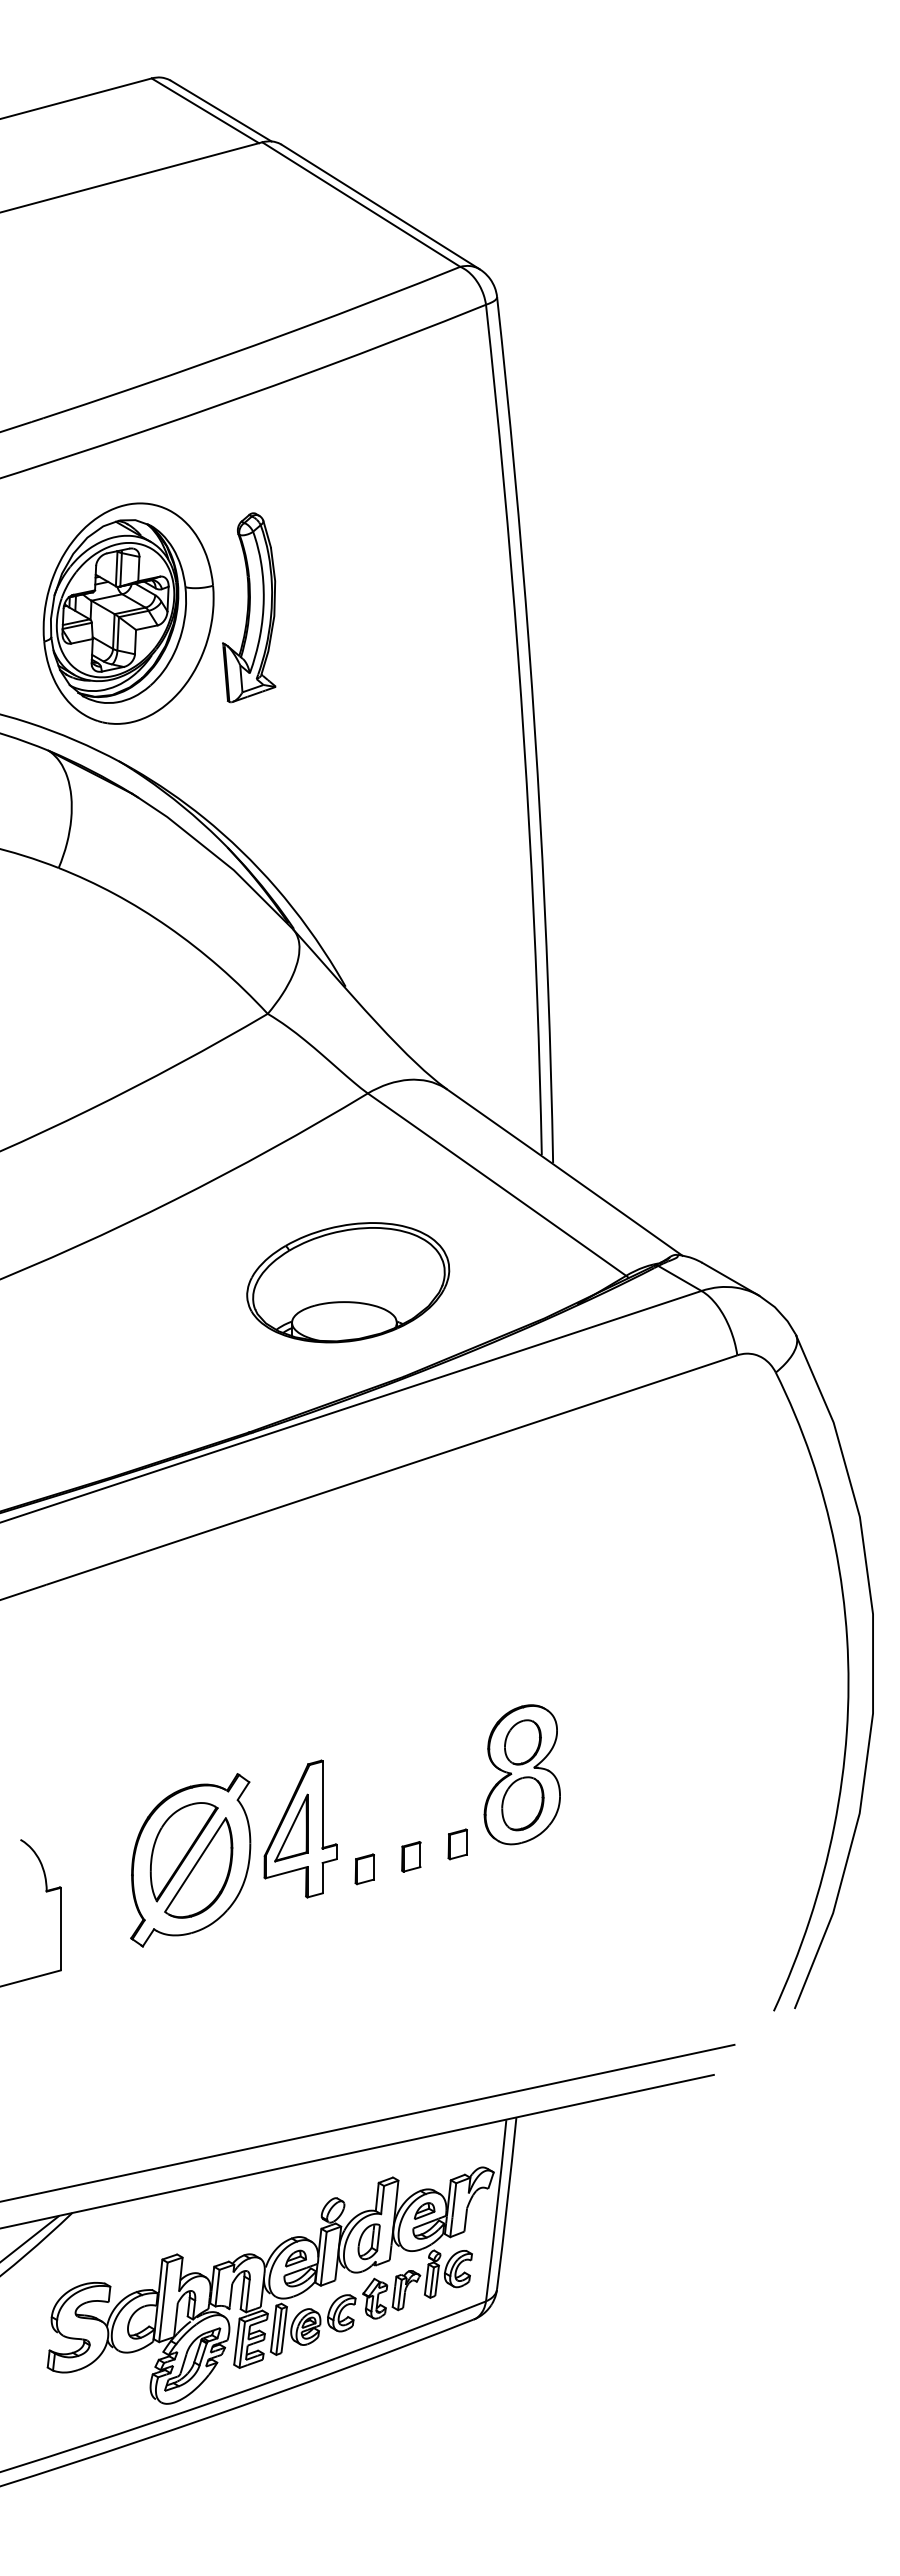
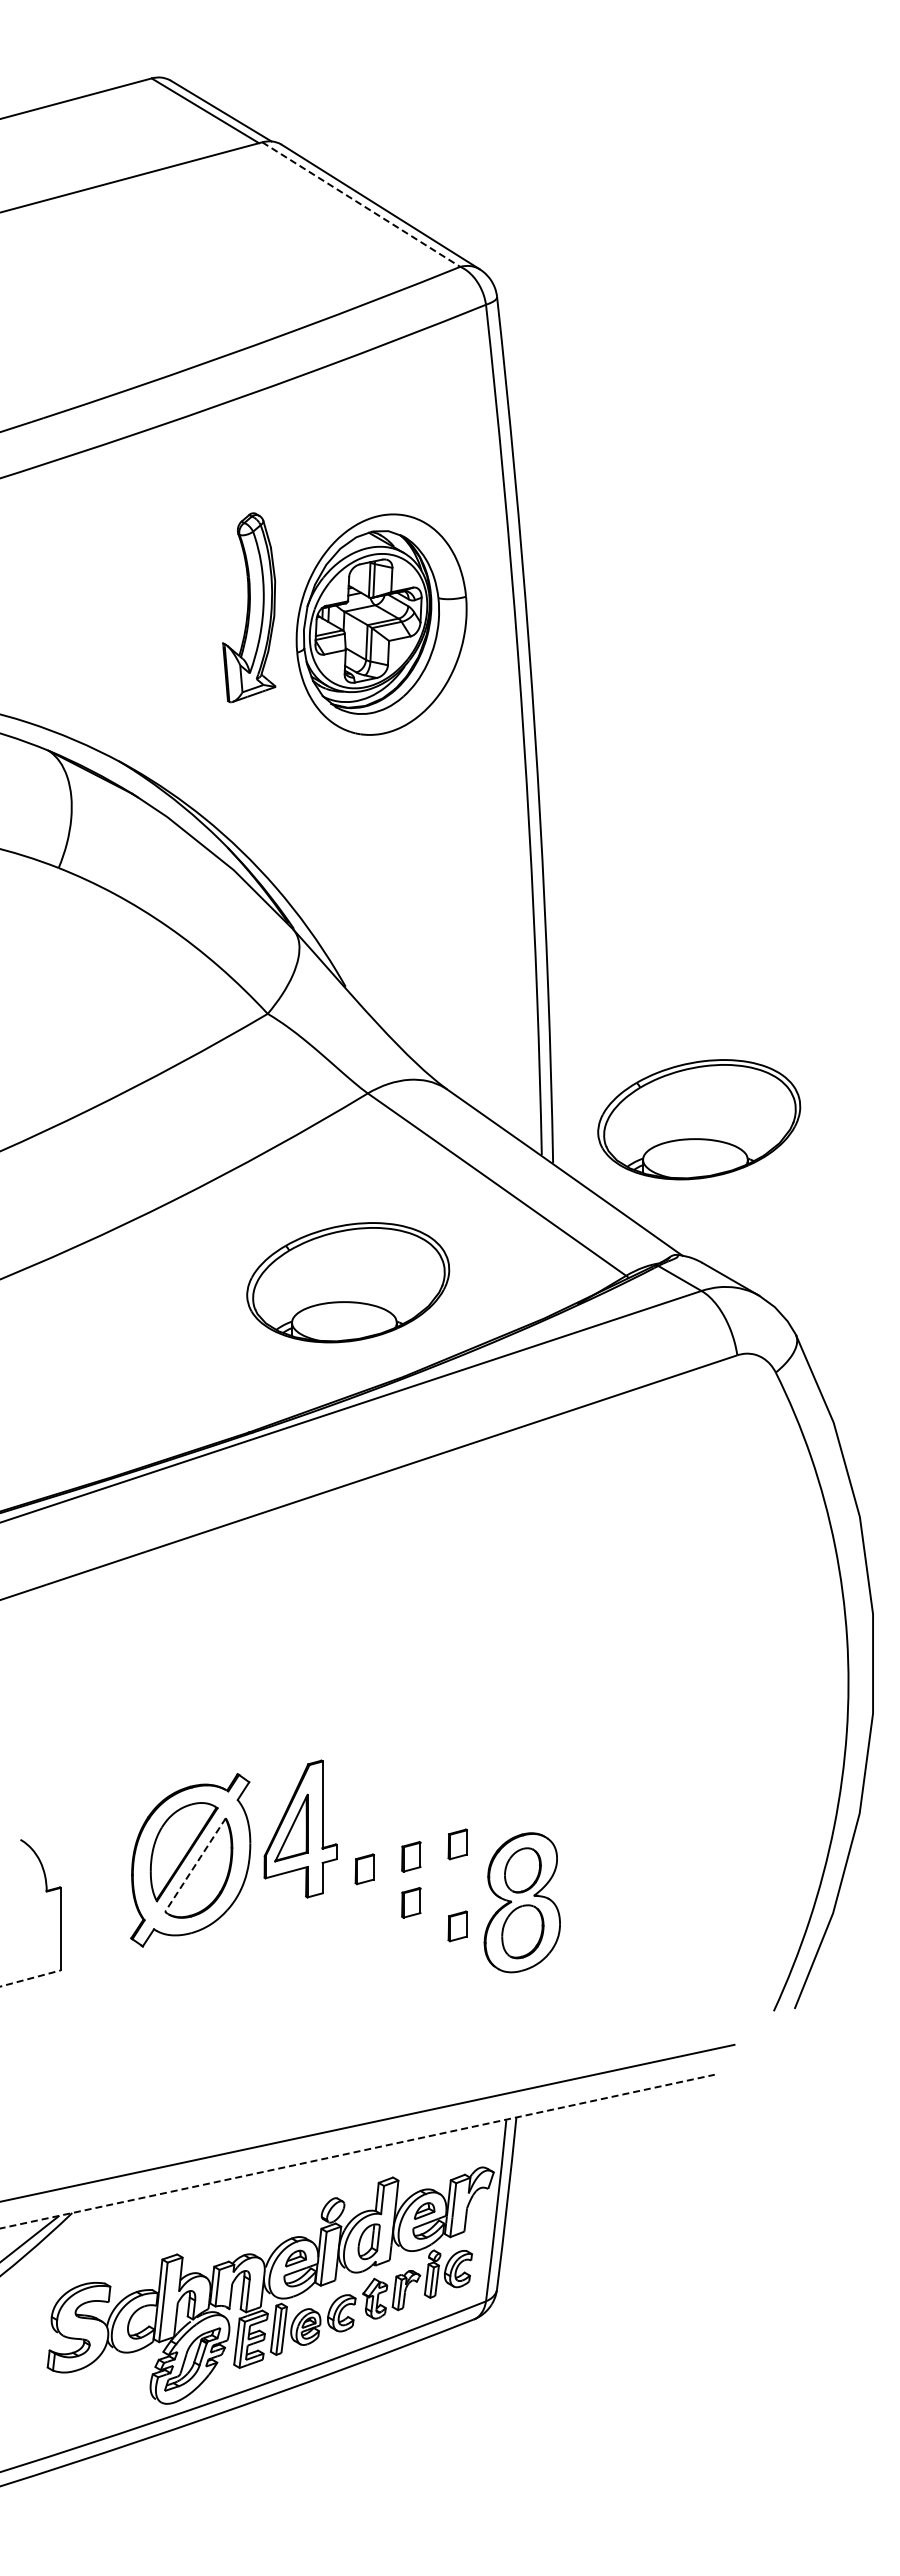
line at (361, 204): solid -> dashed
part at (128, 613) position: (128, 613) -> (381, 624)
part at (699, 1119): none -> present
part at (521, 1774) position: (521, 1774) -> (521, 1902)
line at (195, 1865): solid -> dashed
part at (411, 1902): none -> present
part at (457, 1926): none -> present
line at (30, 1978): solid -> dashed
line at (357, 2151): solid -> dashed
